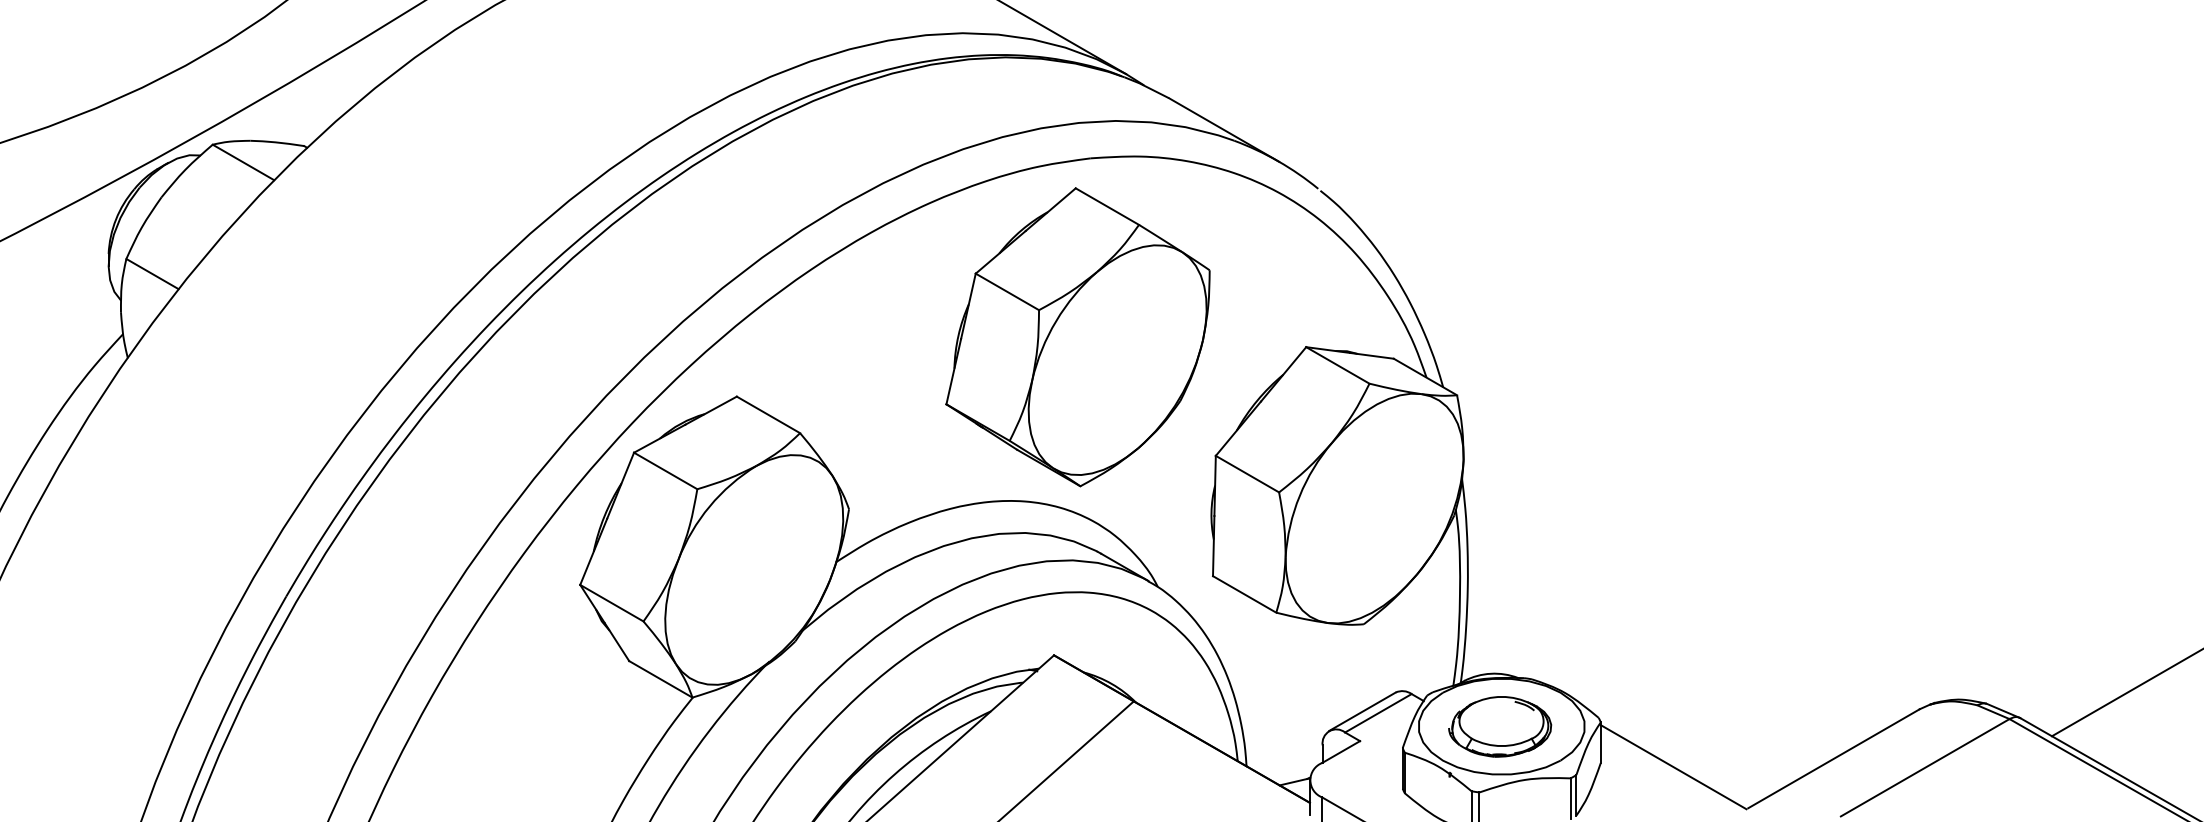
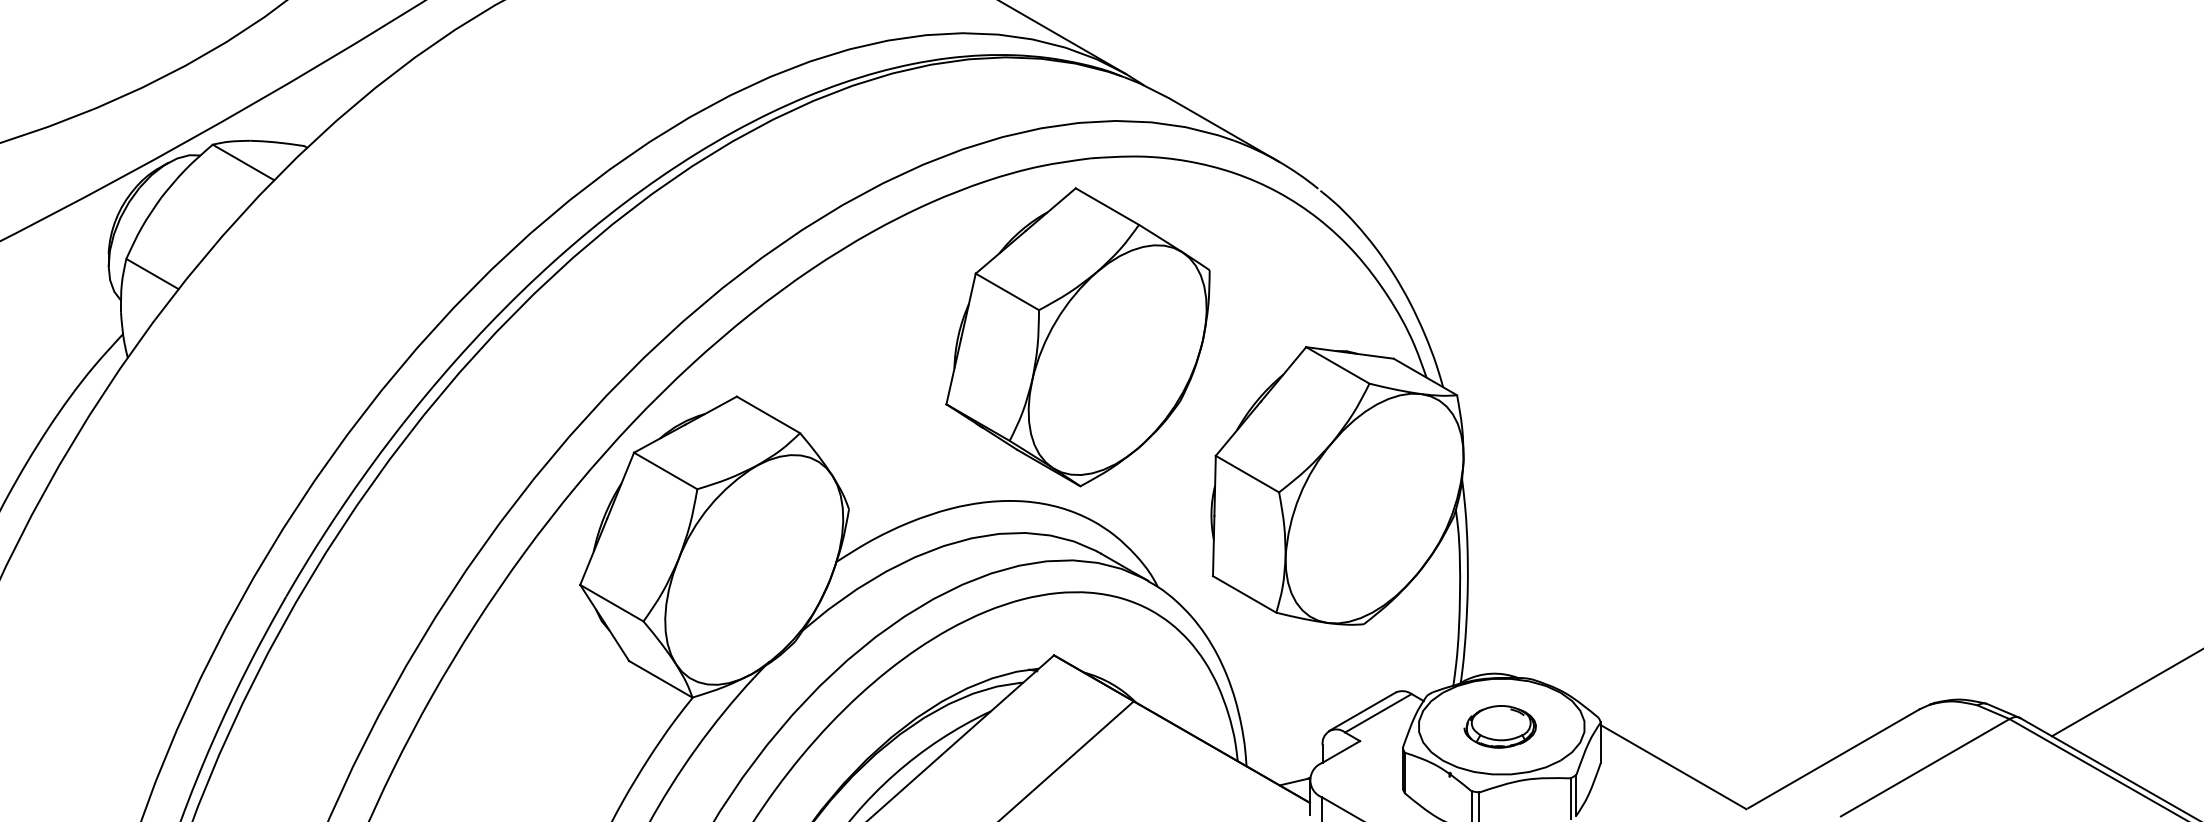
part at (1500, 726) size: 105x62 px -> 74x44 px
